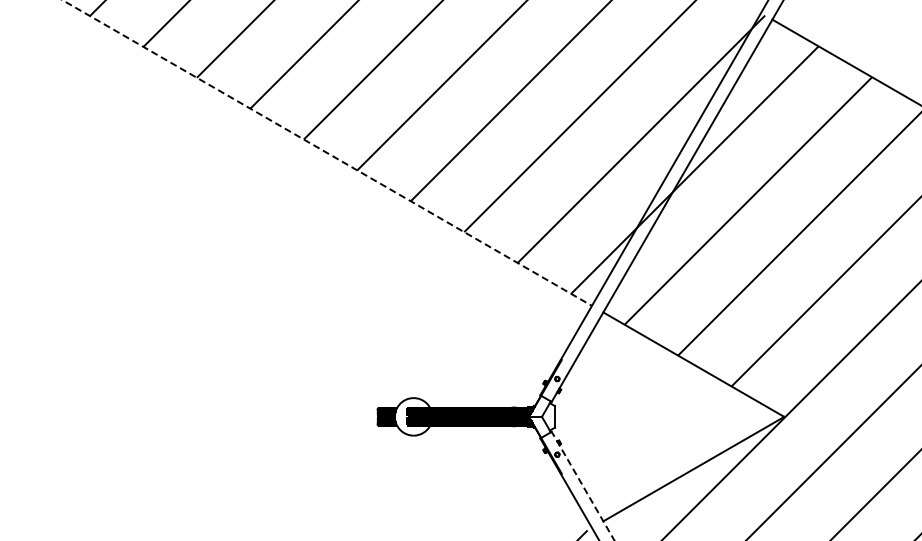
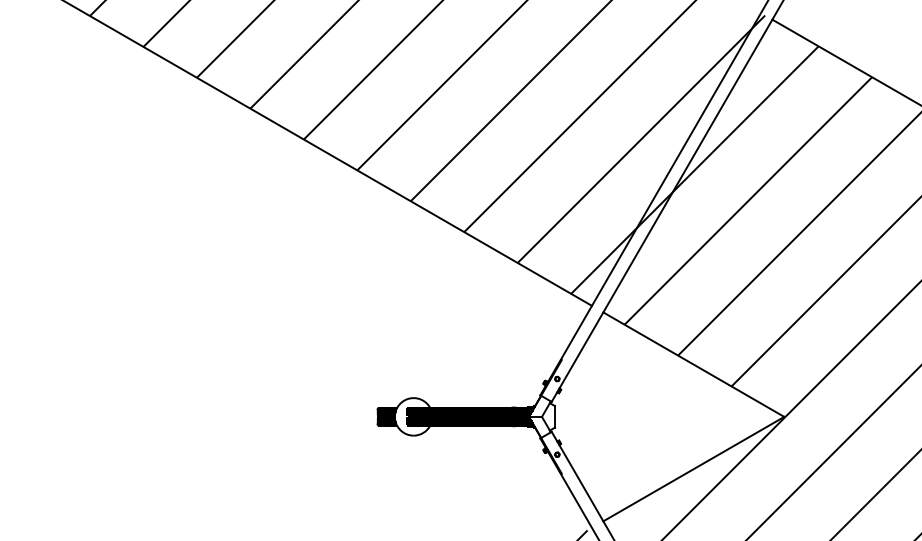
line at (327, 152): dashed -> solid
line at (583, 486): dashed -> solid
